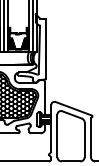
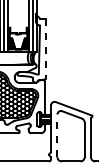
line at (45, 49): solid -> dashed
line at (57, 135): solid -> dashed
